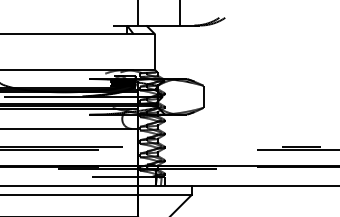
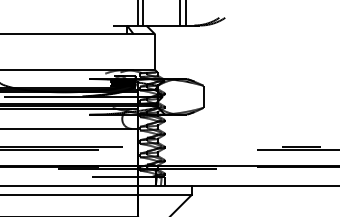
line at (142, 13): none -> present
line at (186, 13): none -> present
